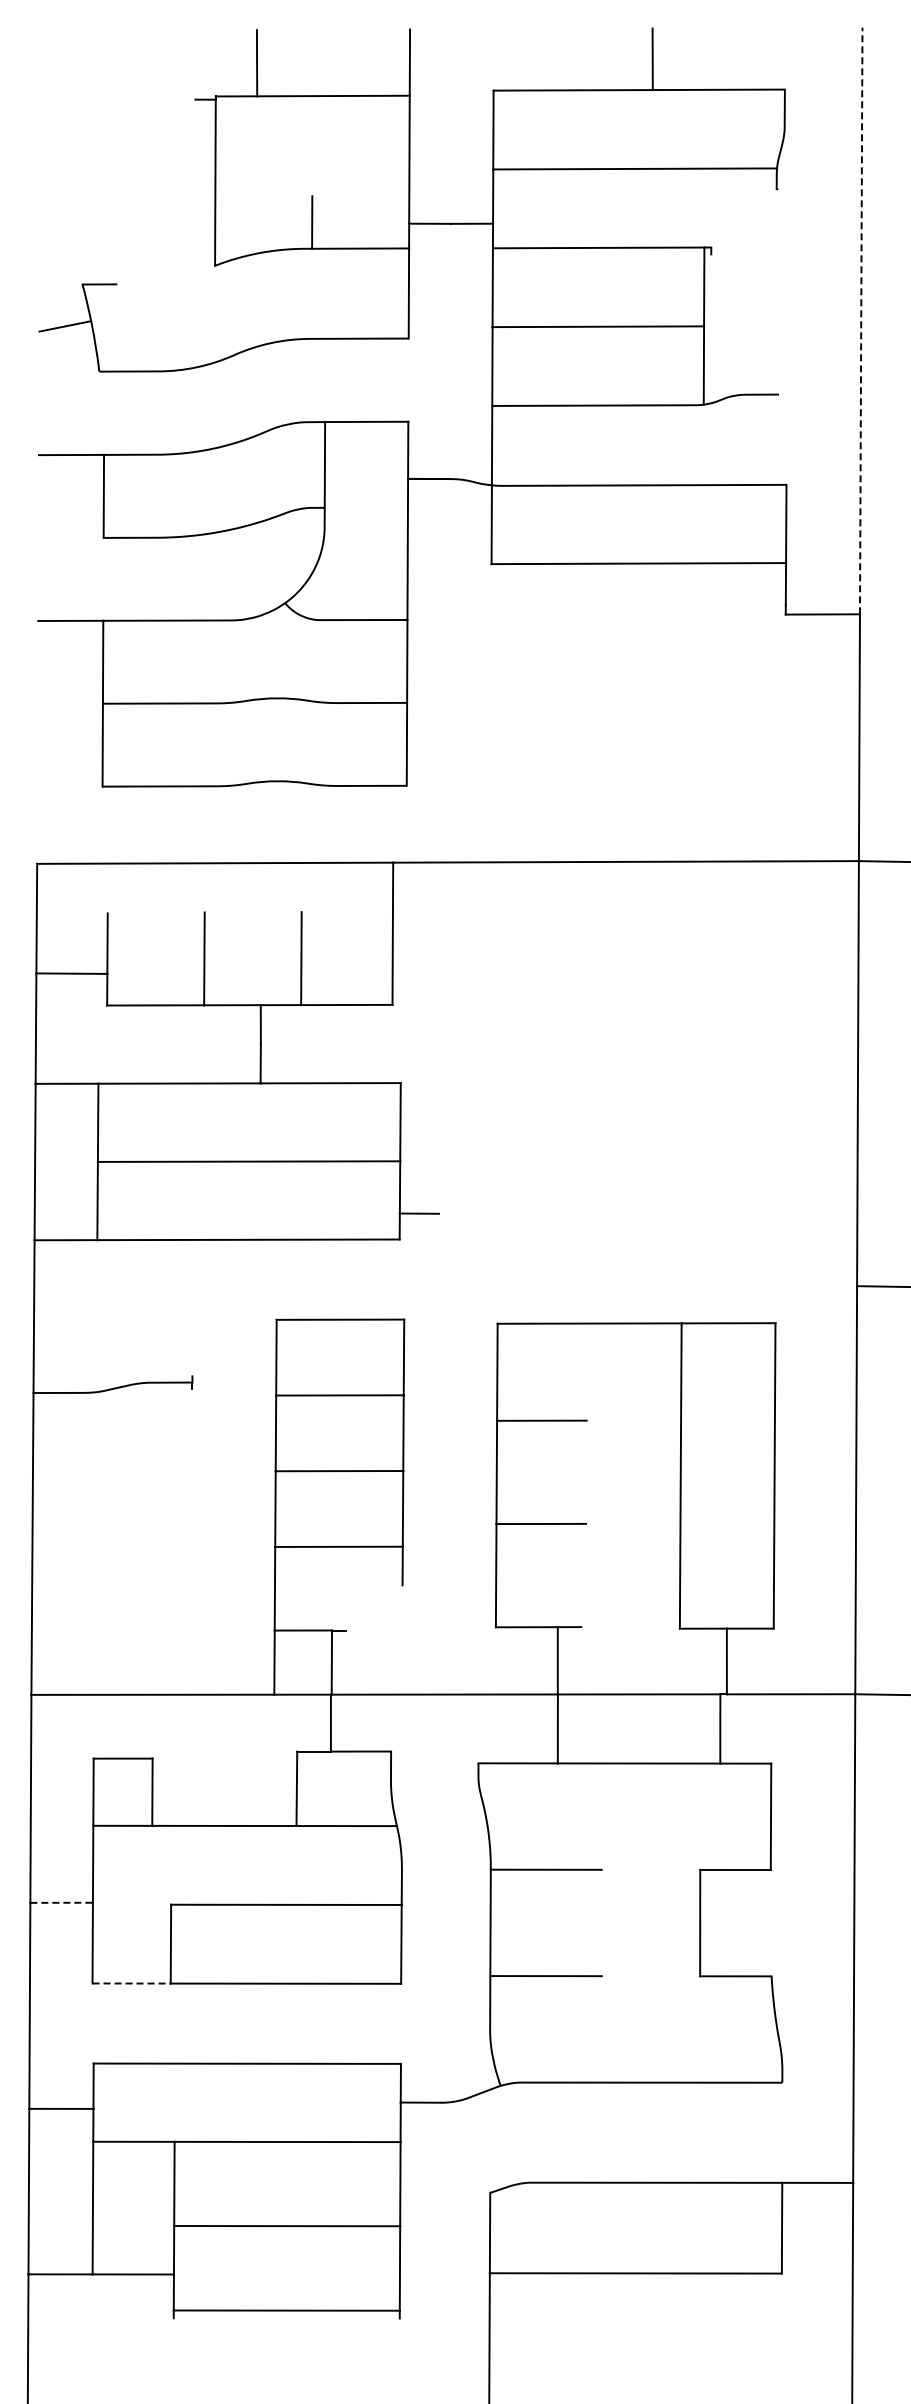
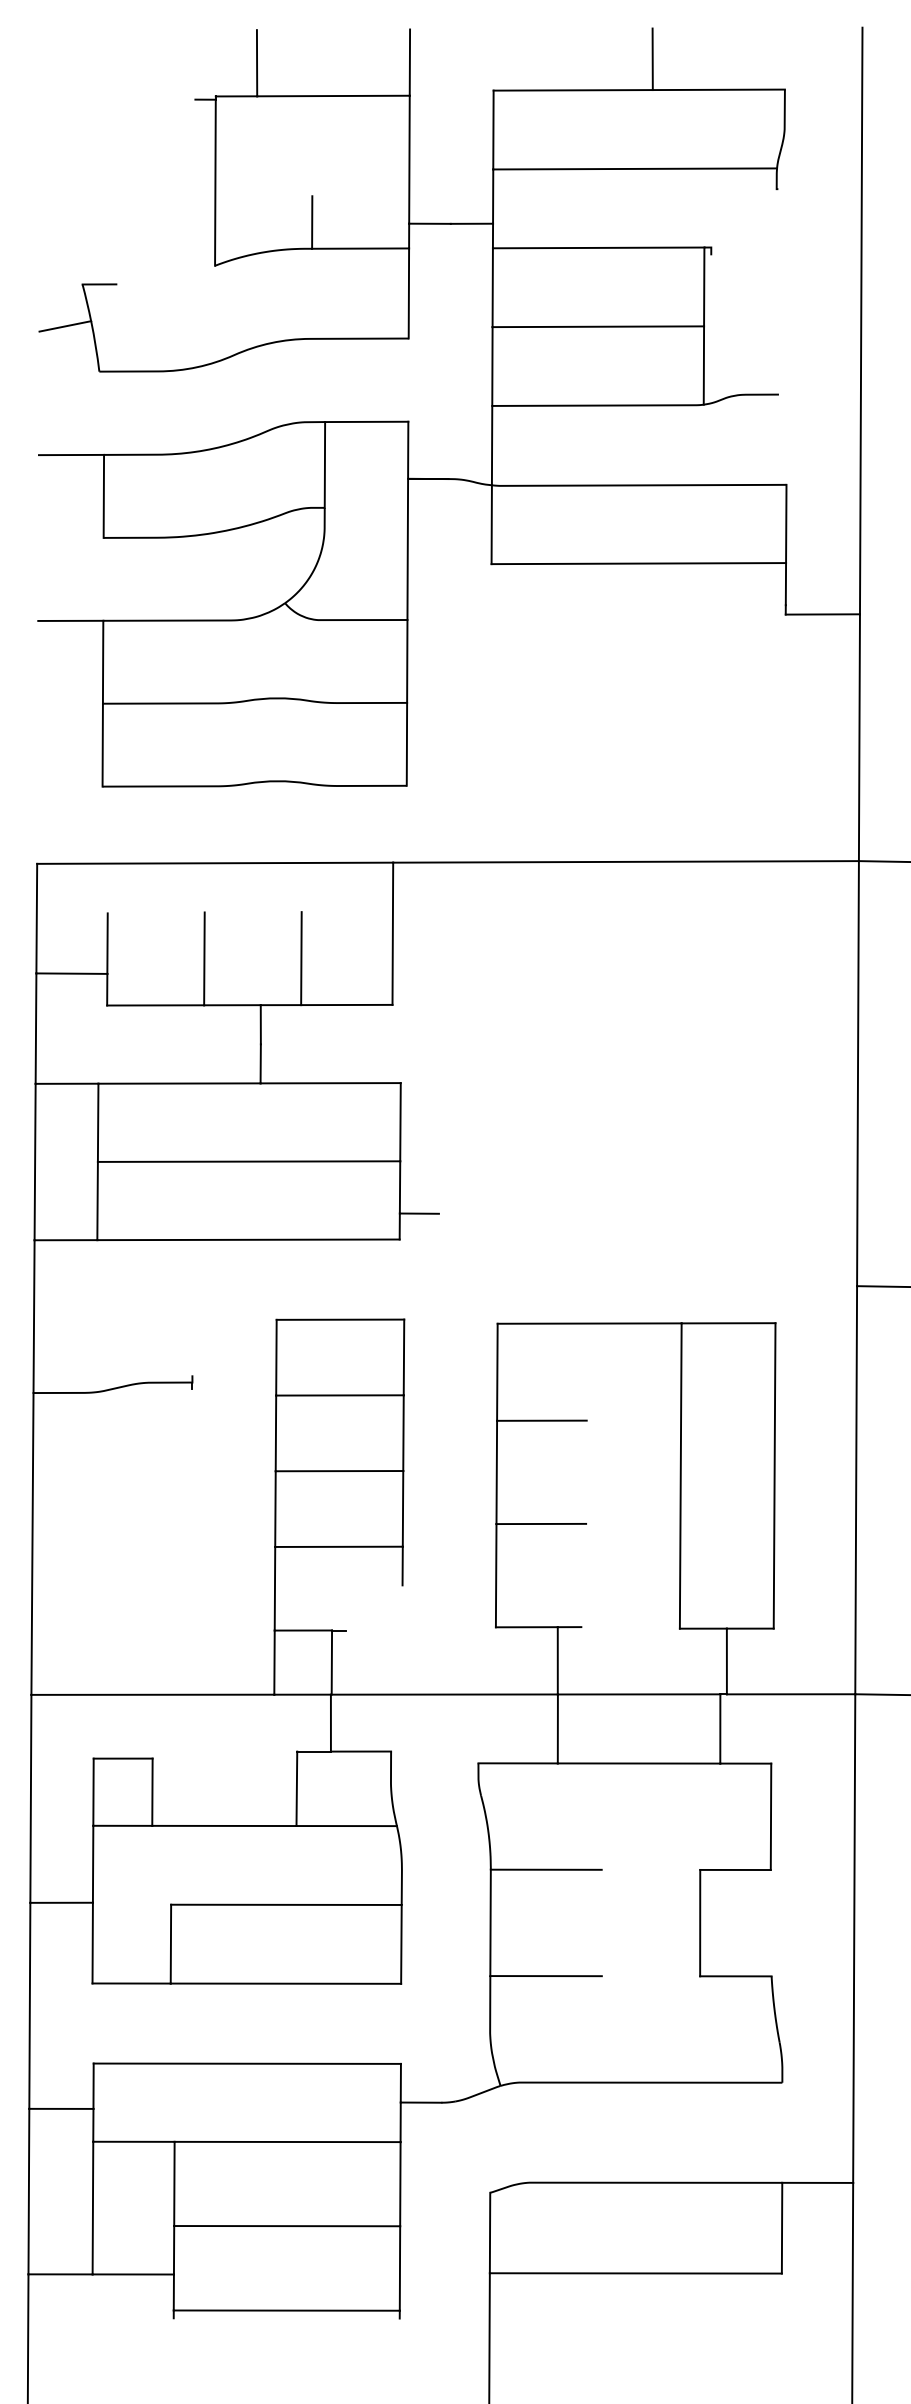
line at (861, 320): dashed -> solid
line at (62, 1902): dashed -> solid
line at (132, 1983): dashed -> solid
